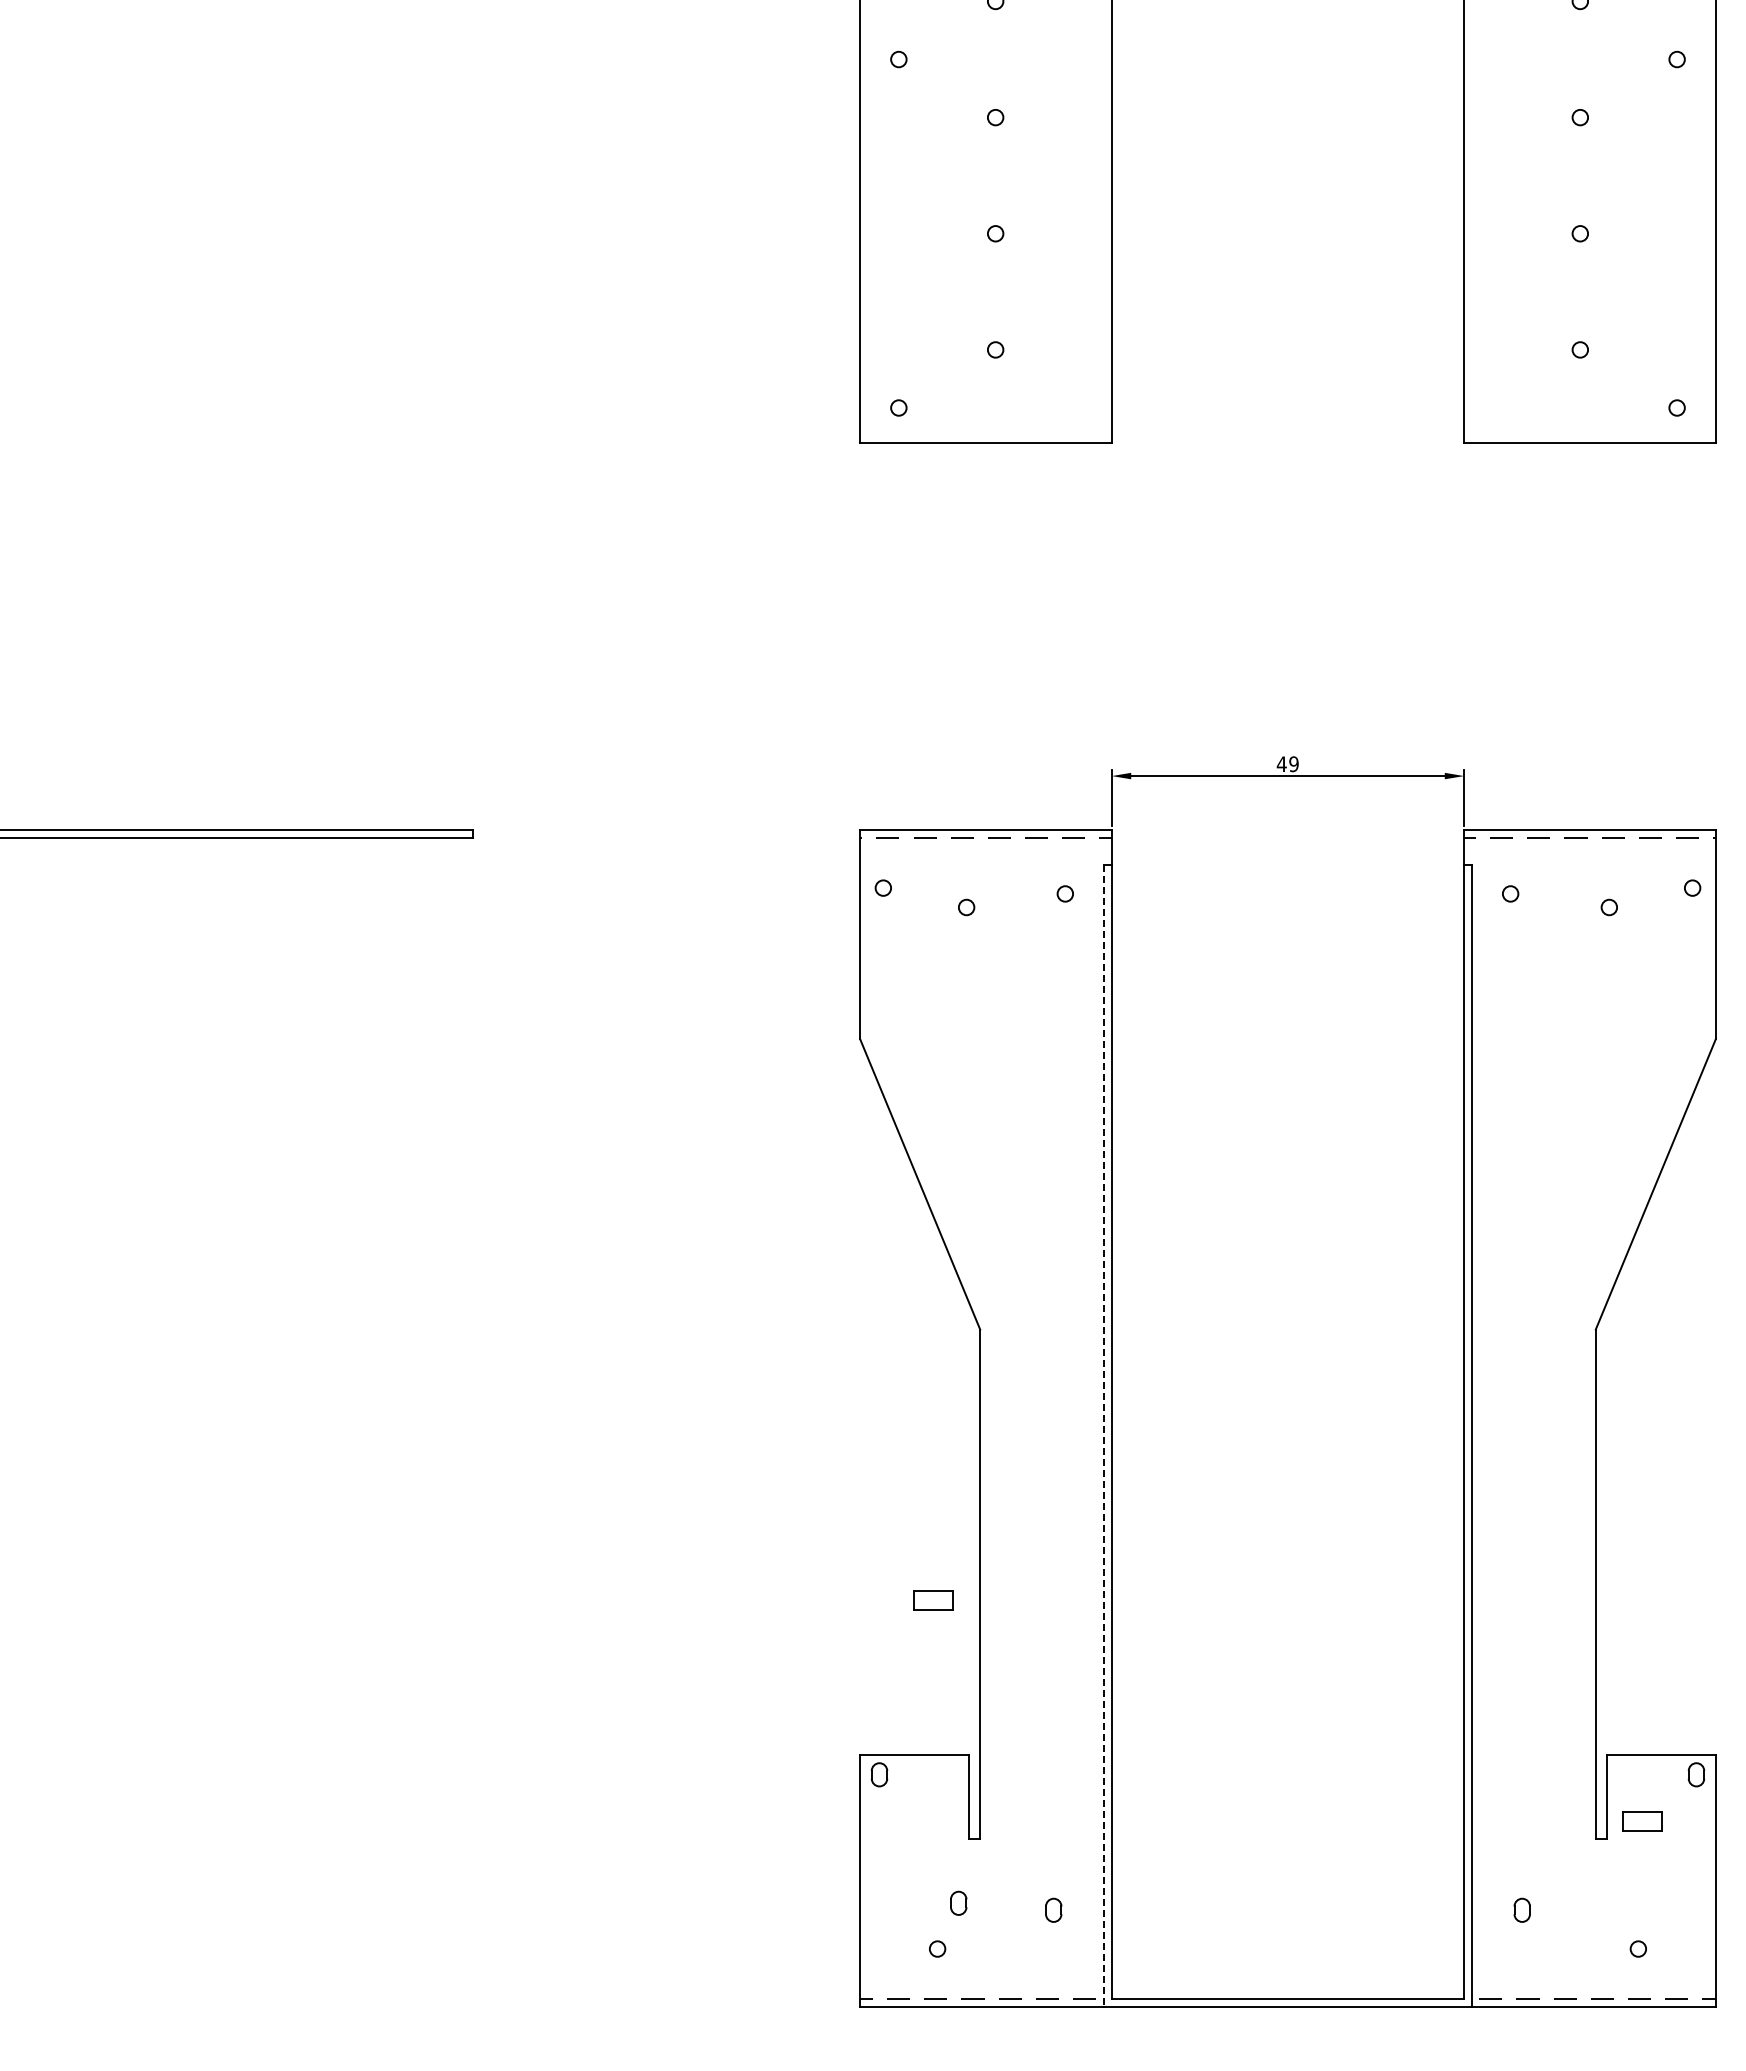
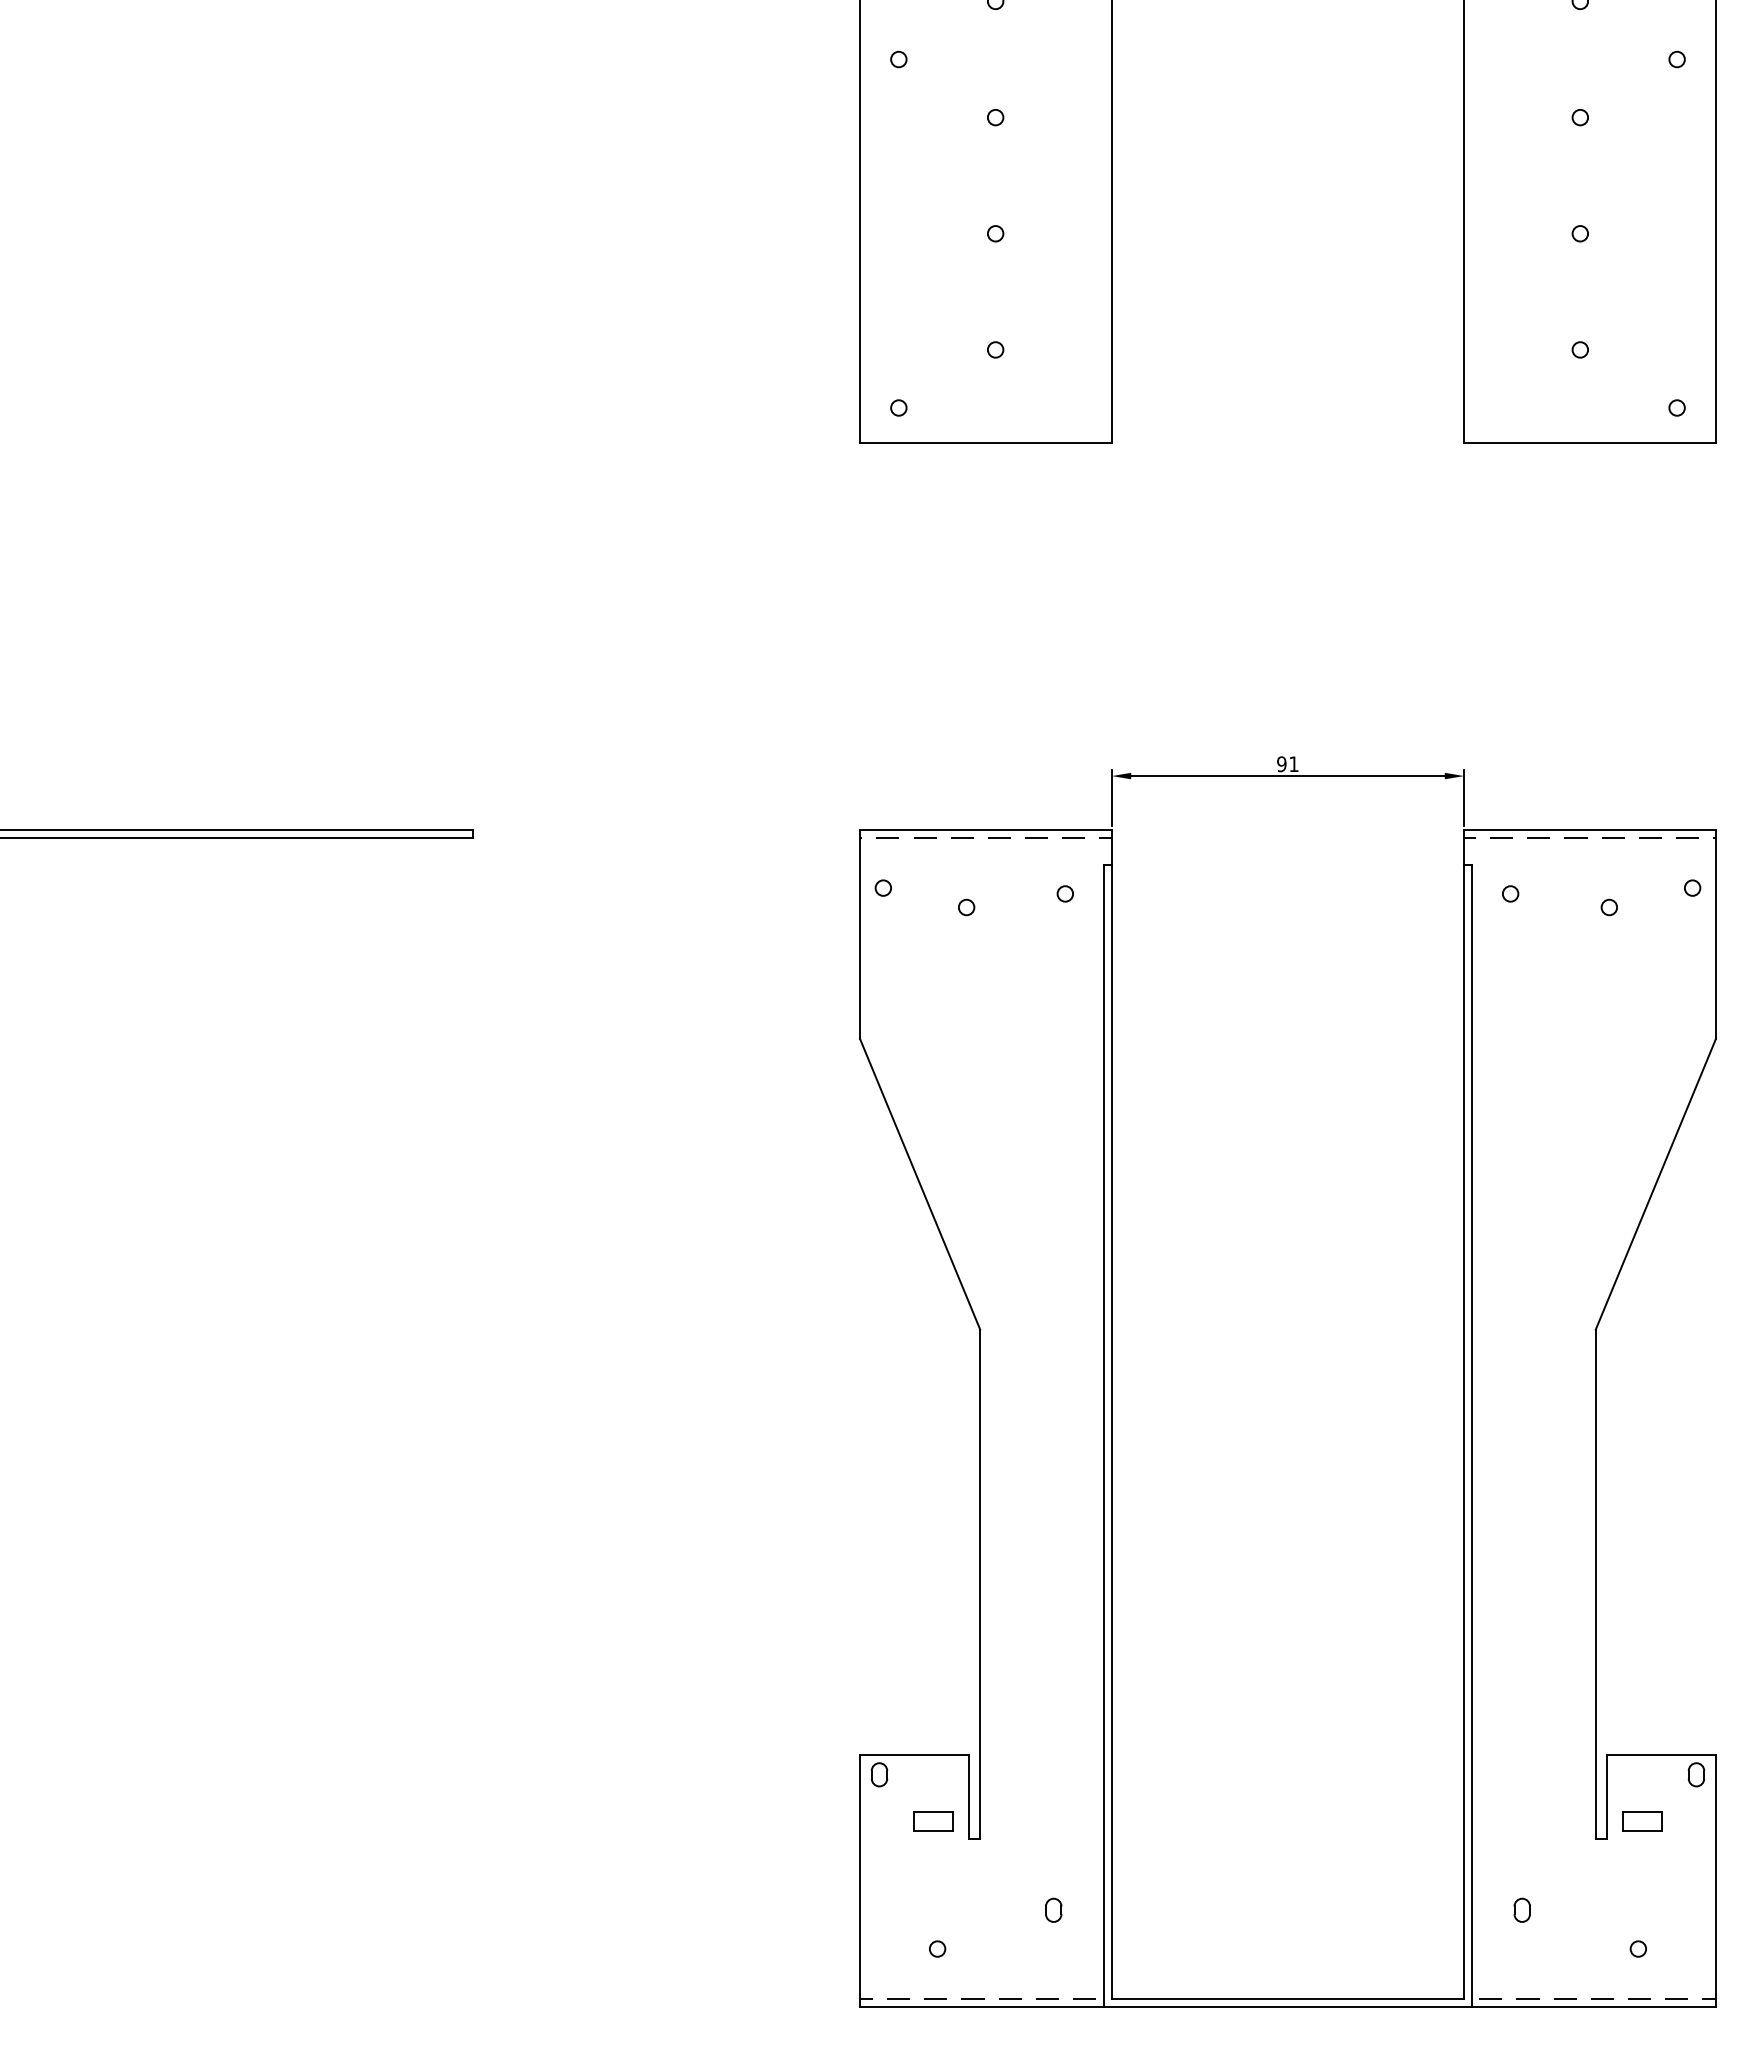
text at (1287, 764): 49 -> 91
line at (1104, 1436): dashed -> solid
part at (933, 1600) position: (933, 1600) -> (933, 1821)
part at (958, 1902): present -> none
